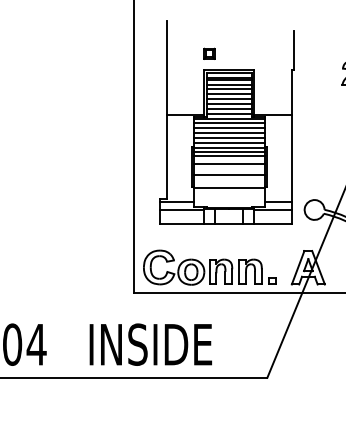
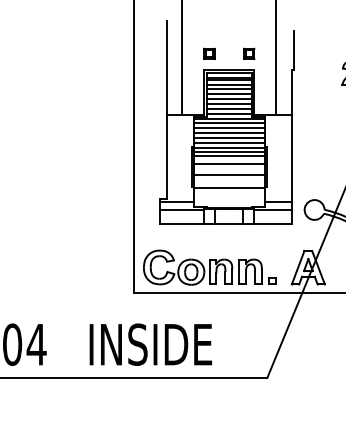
part at (249, 53): none -> present
line at (182, 58): none -> present
line at (276, 58): none -> present
